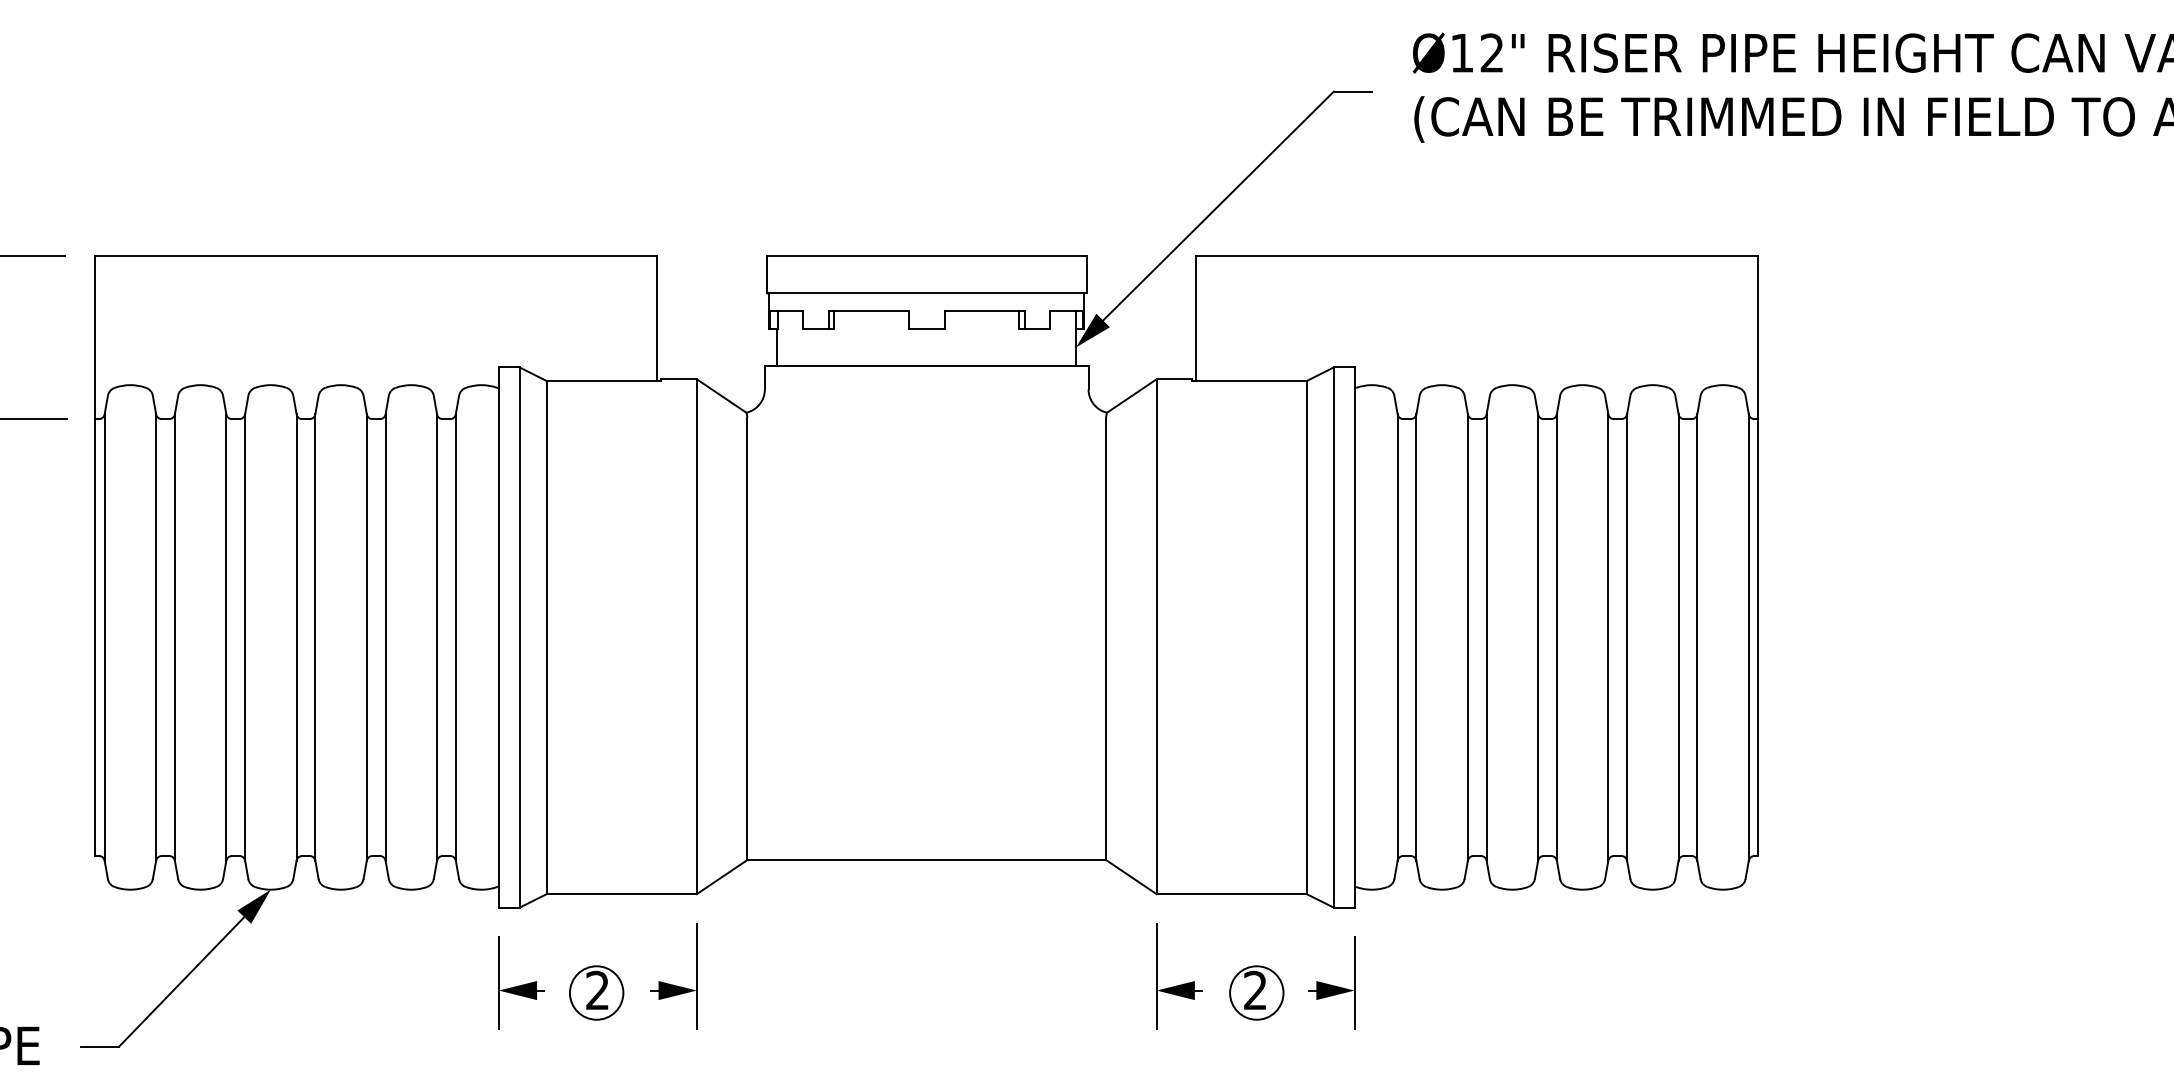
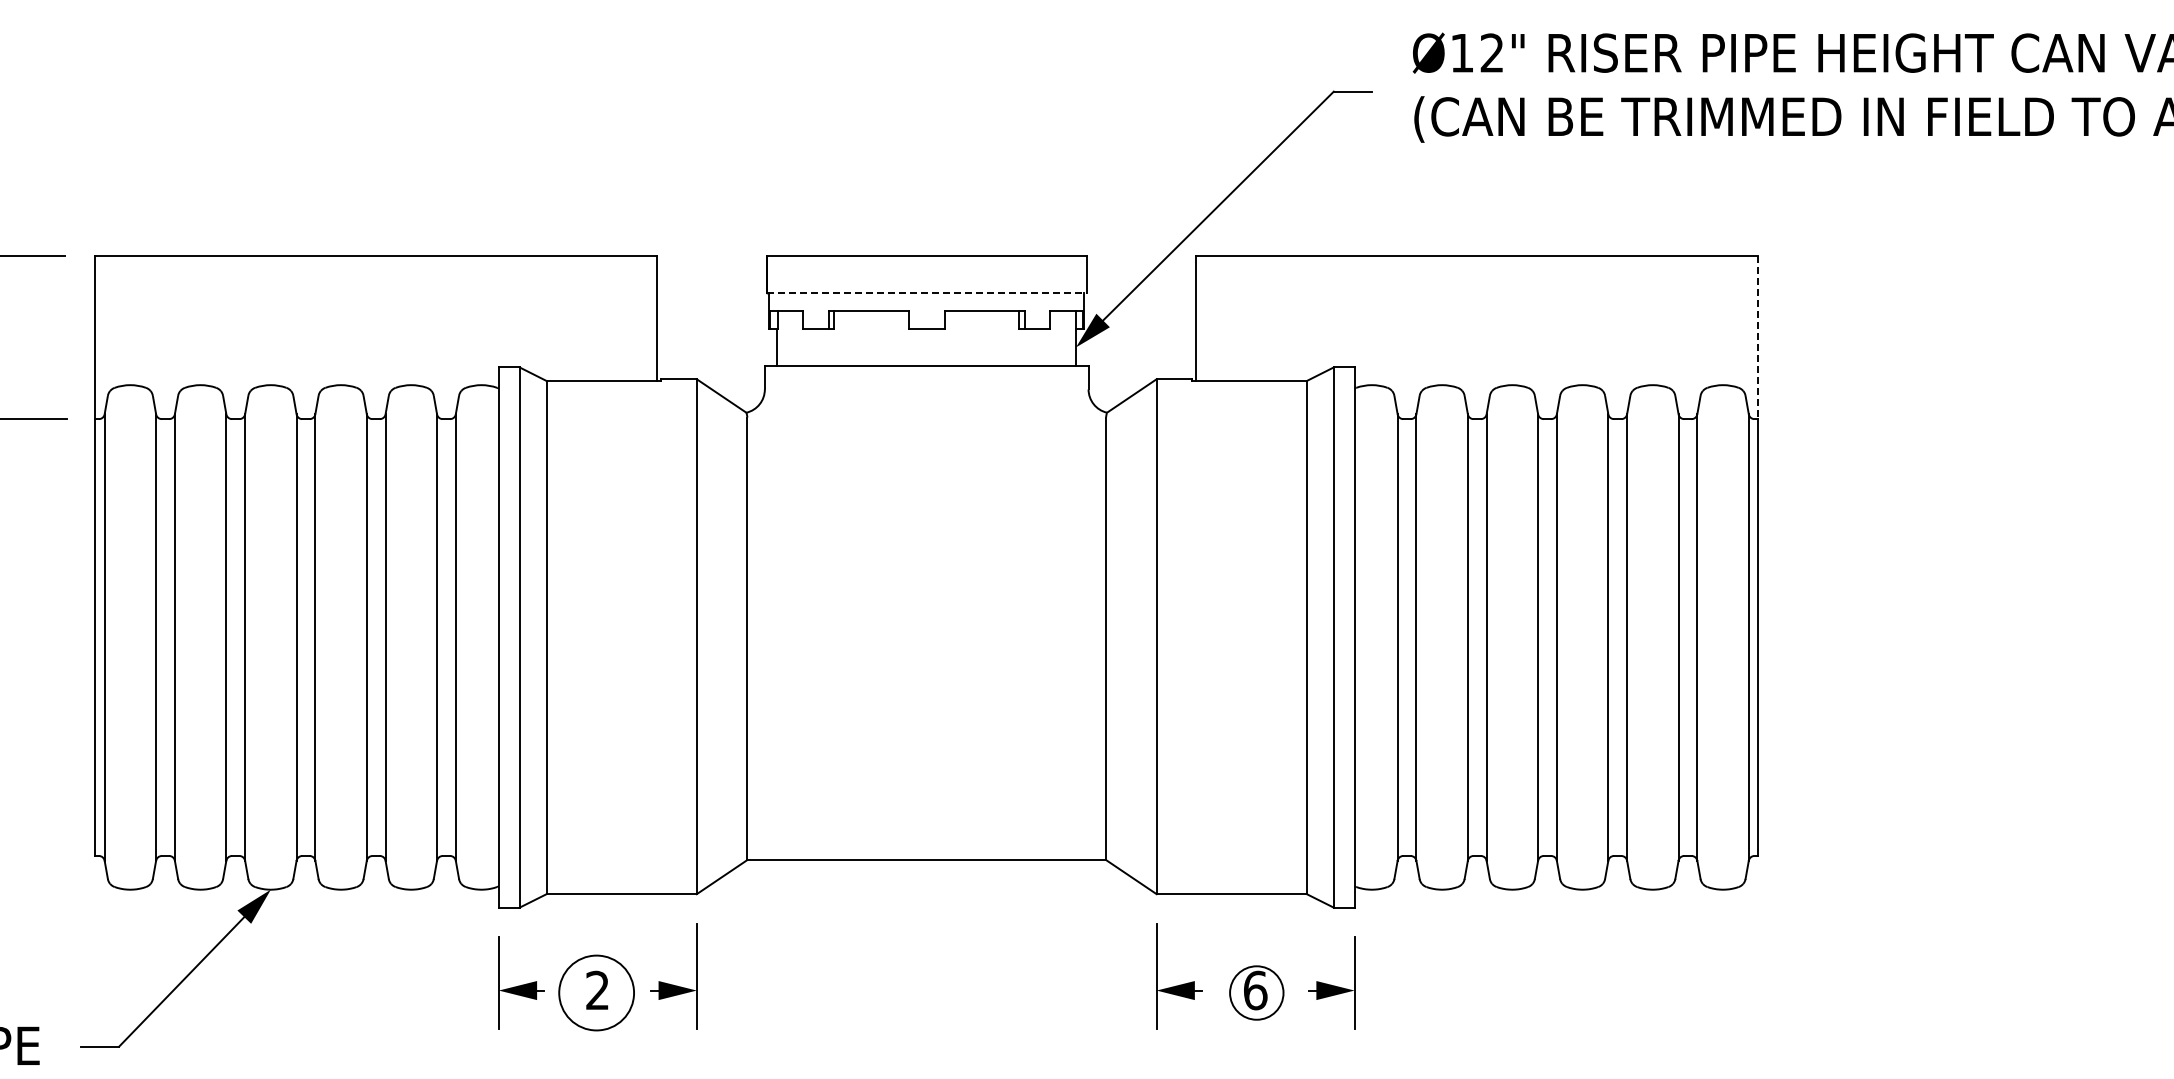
line at (926, 293): solid -> dashed
line at (1758, 338): solid -> dashed
text at (1255, 990): 2 -> 6
circle at (596, 992) diameter: 53 px -> 75 px
